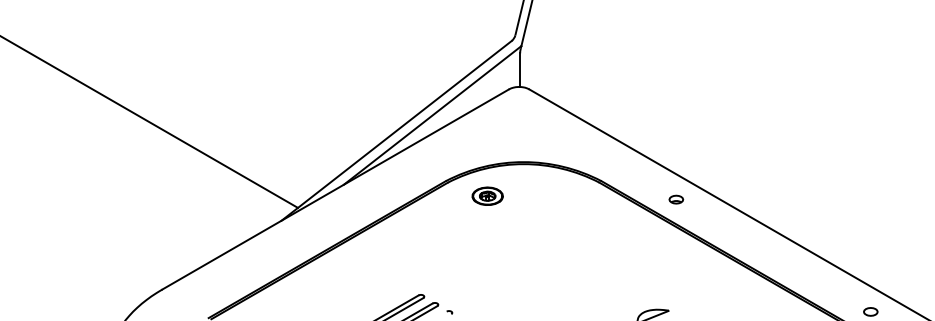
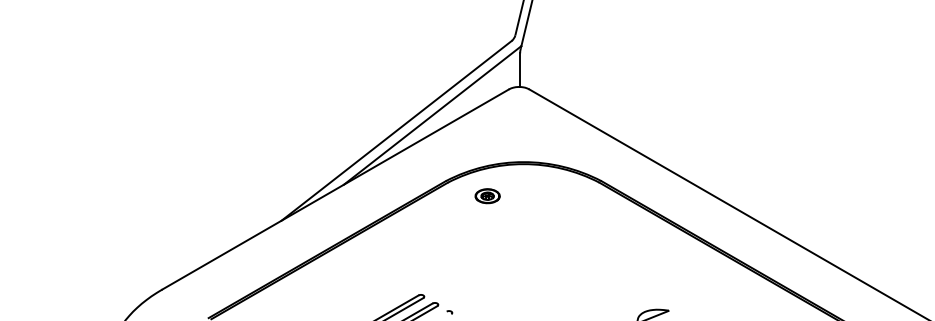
line at (149, 122): present -> none
part at (487, 195) size: 33x20 px -> 27x17 px
part at (676, 199): present -> none
part at (870, 311): present -> none
